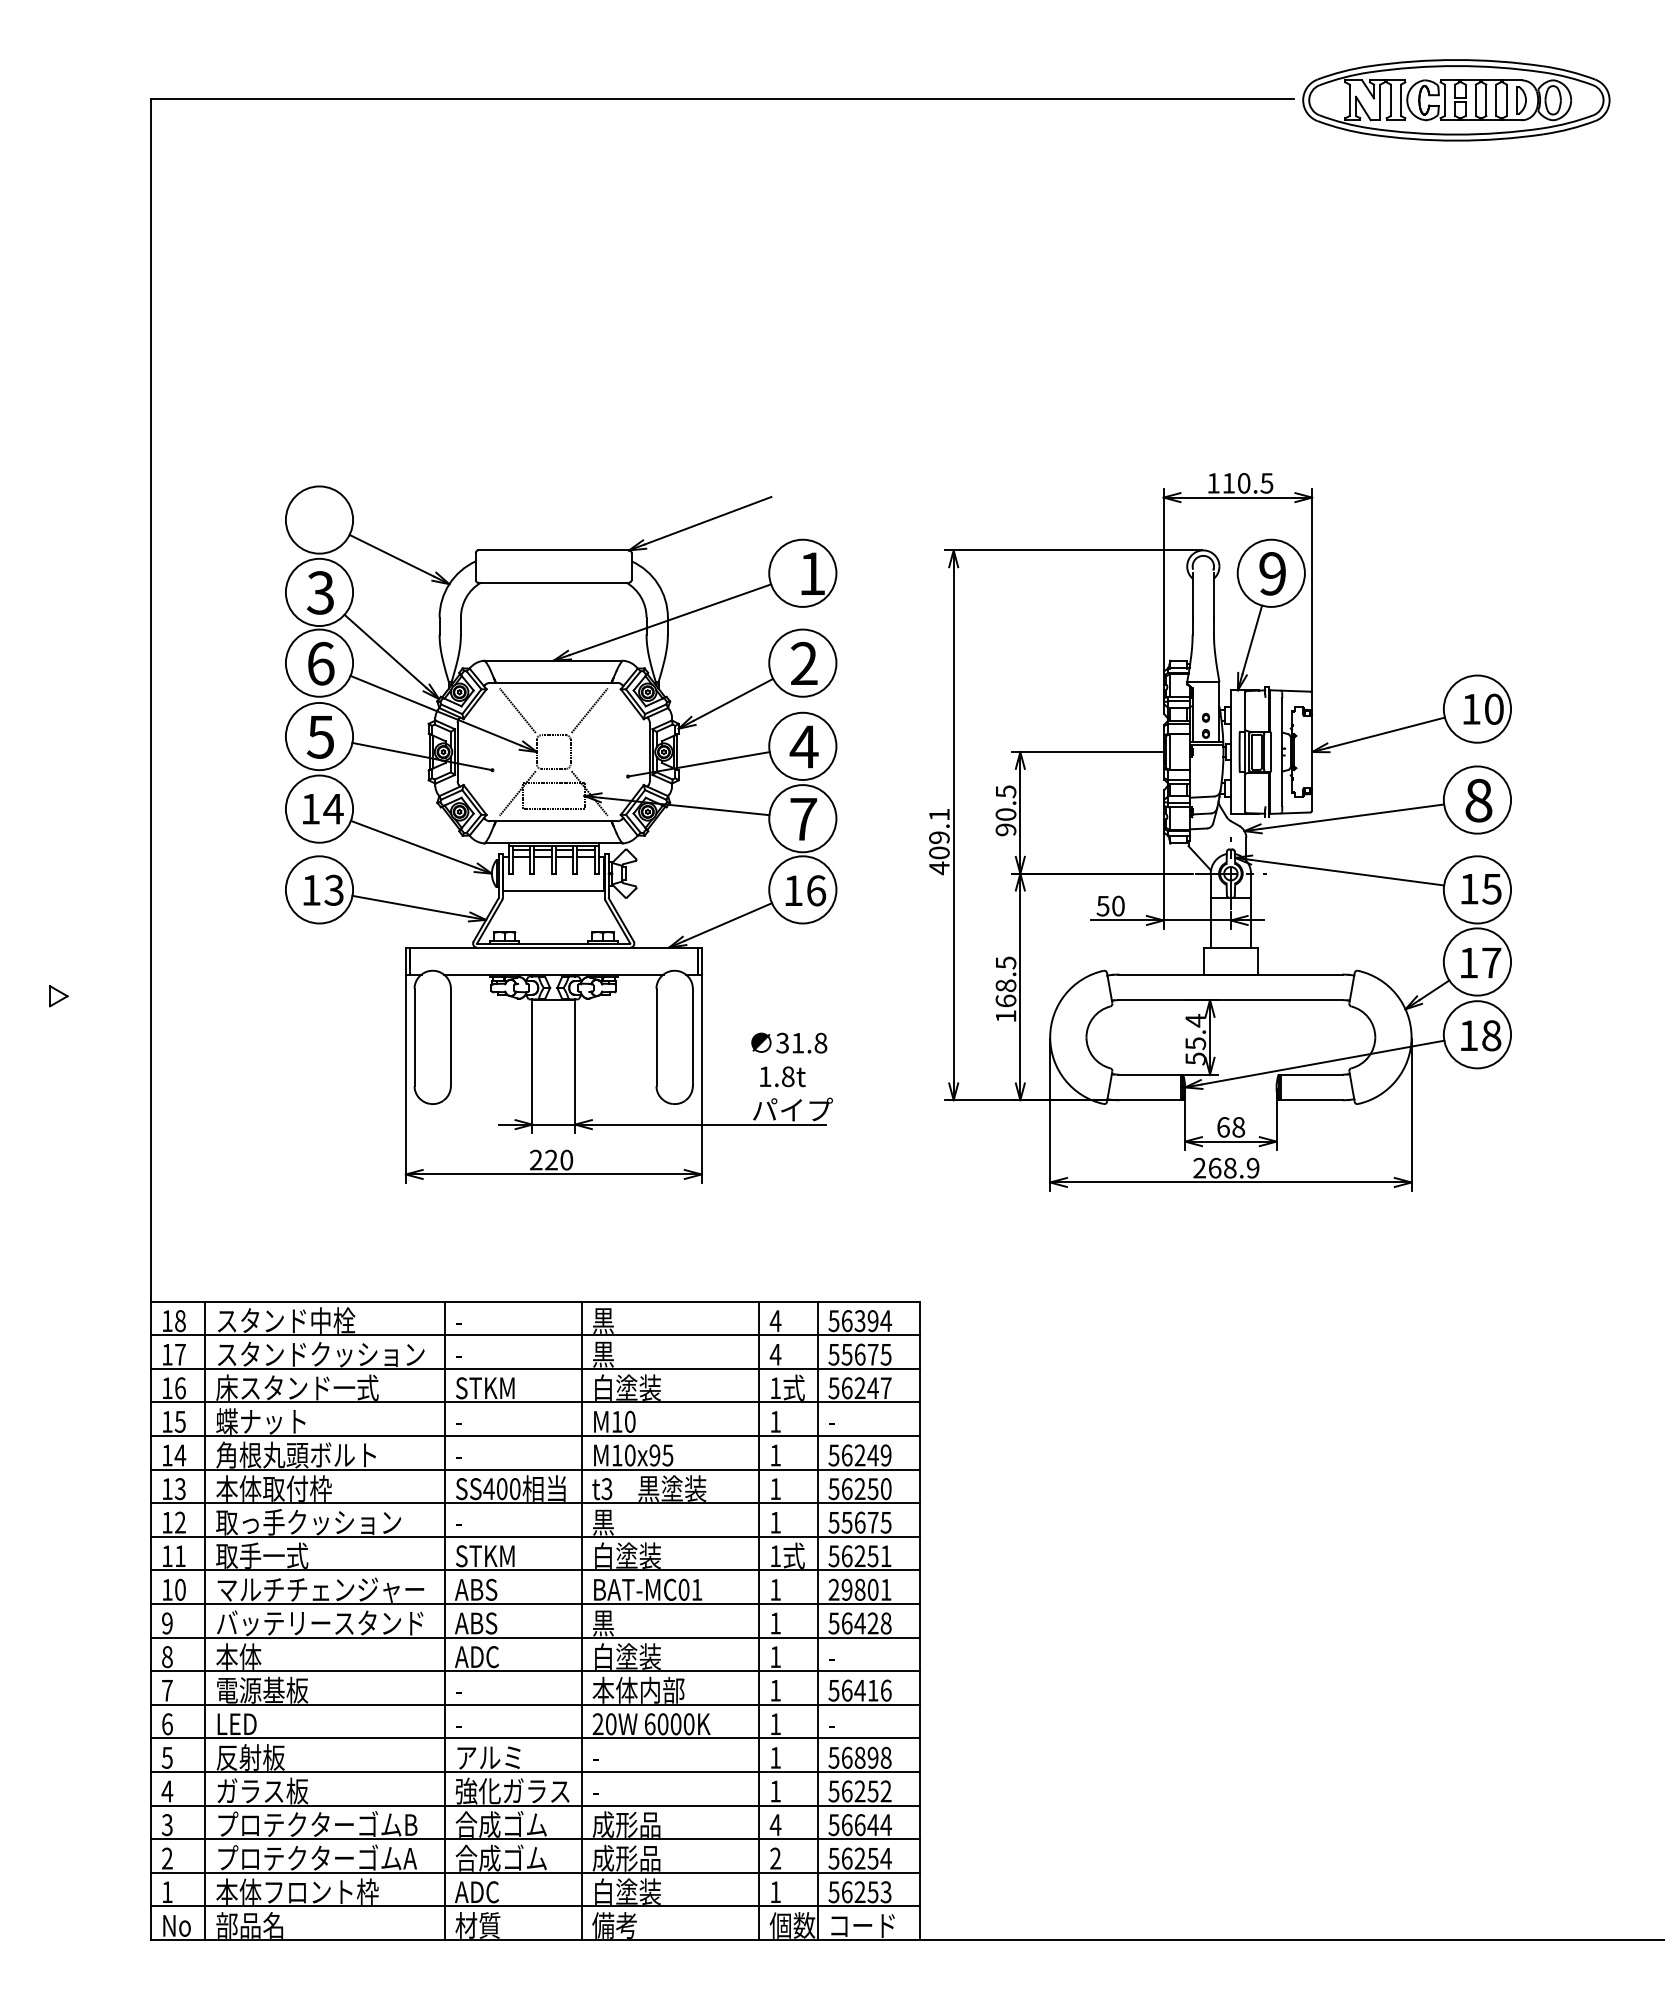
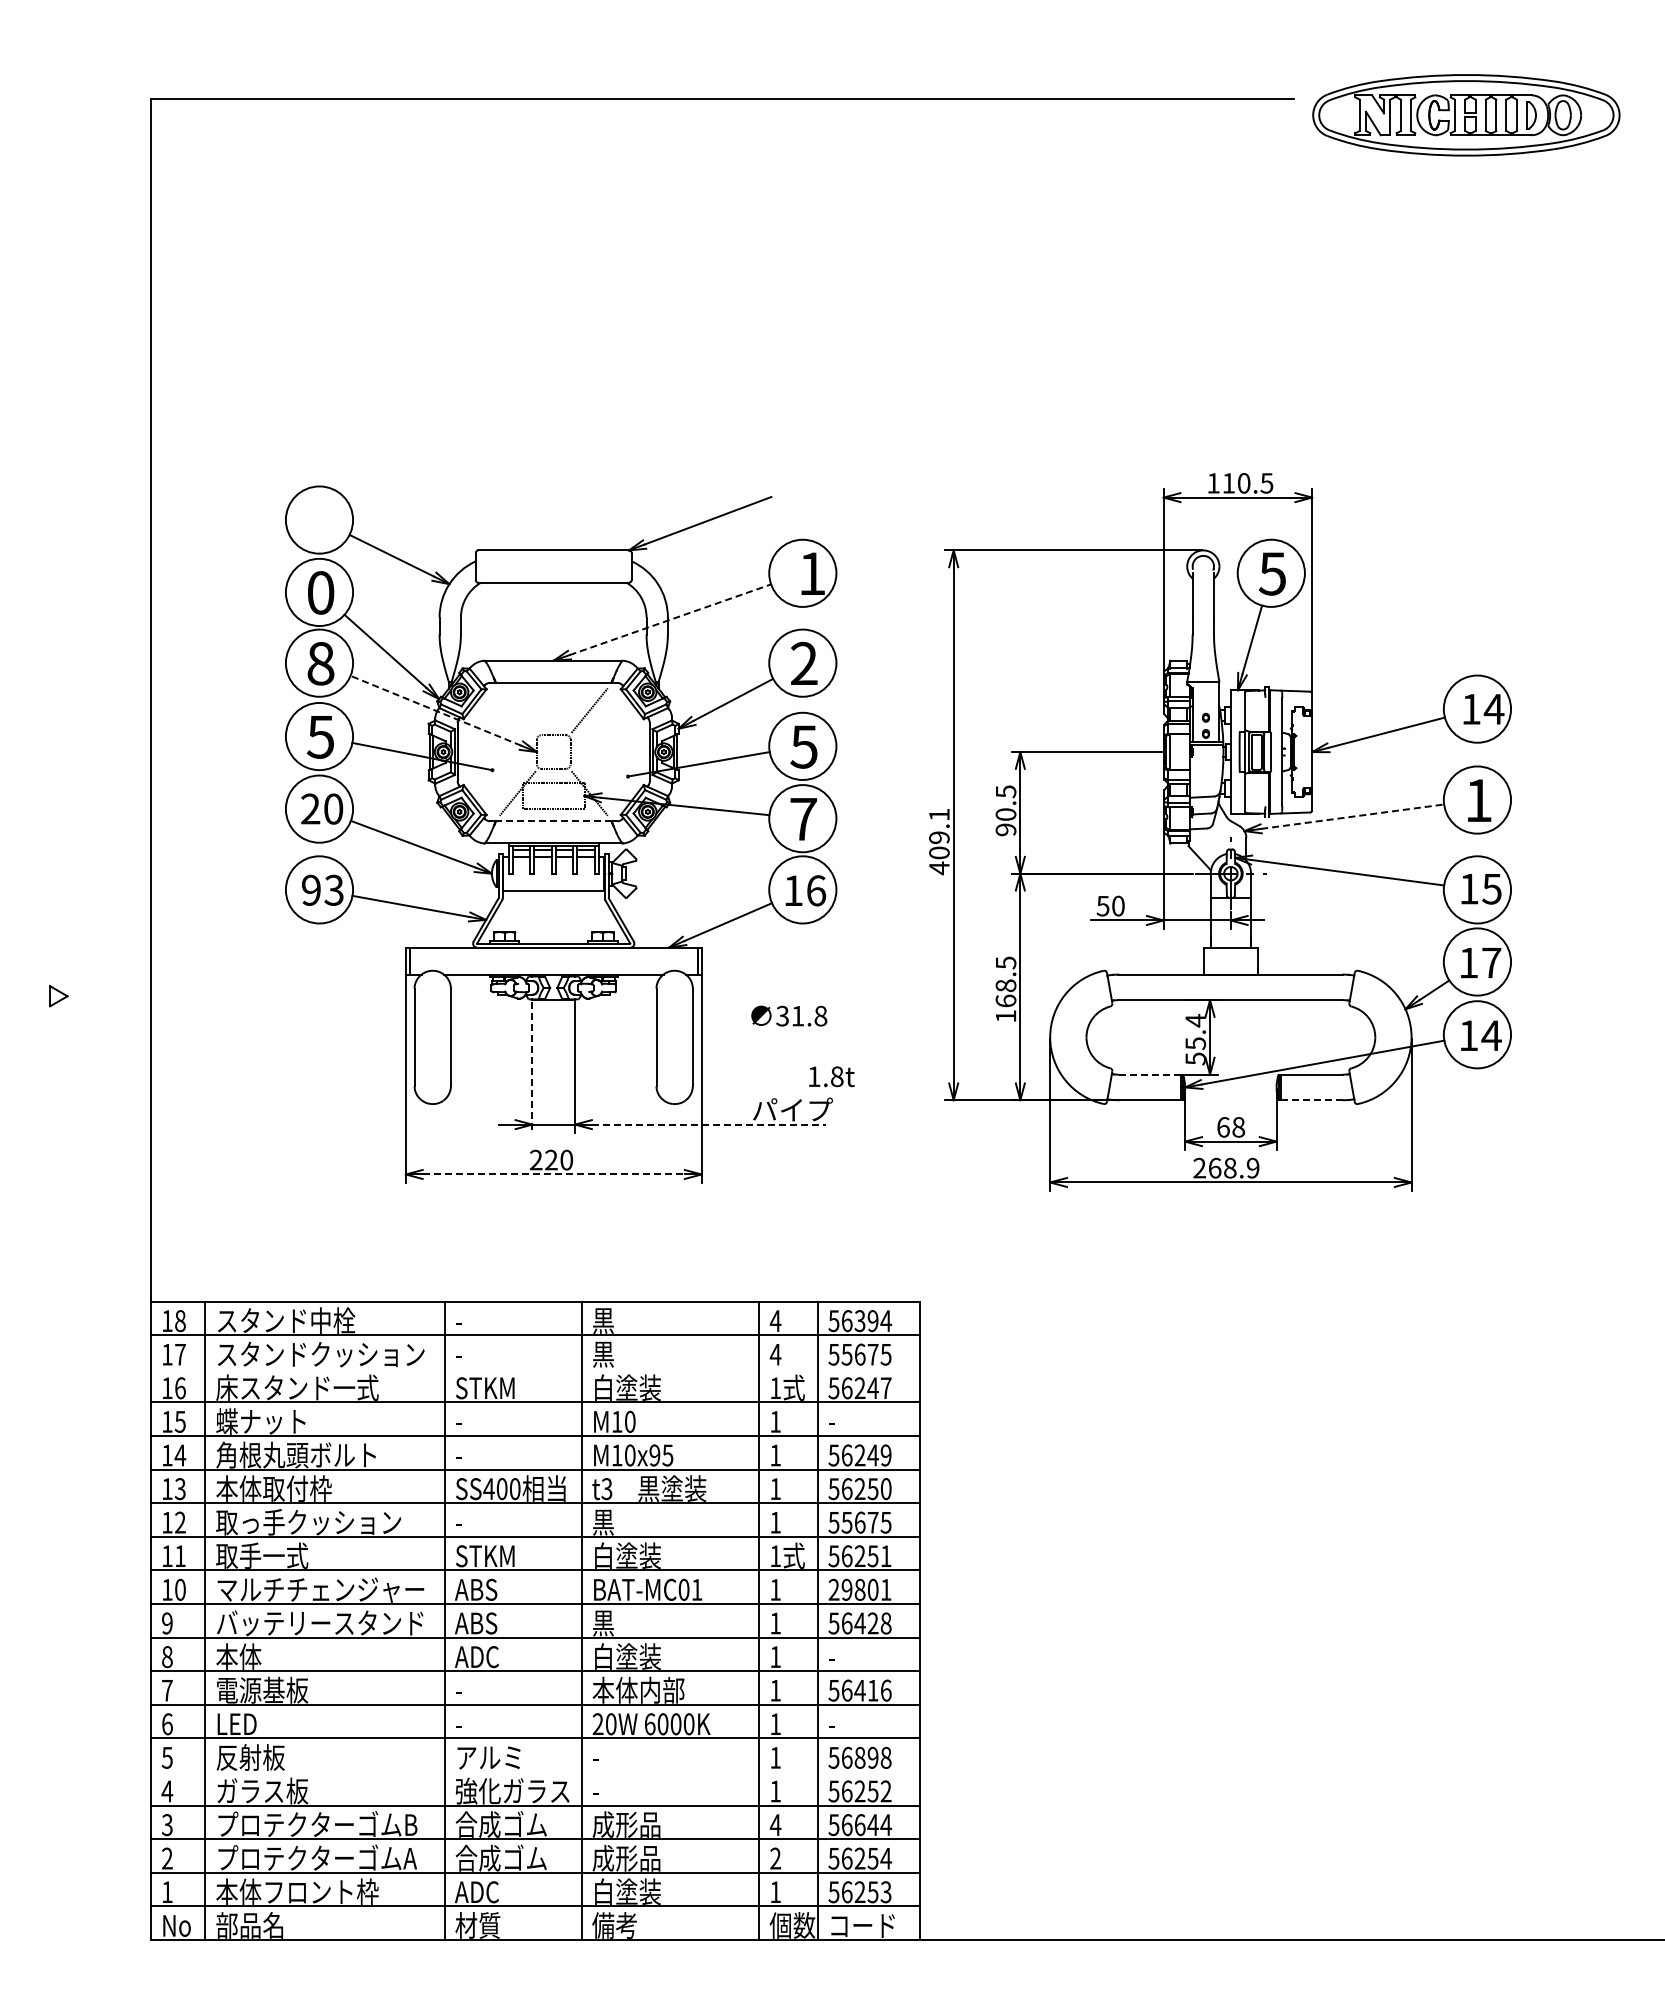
part at (1456, 100) position: (1456, 100) -> (1466, 115)
text at (1271, 573): 9 -> 5
text at (320, 592): 3 -> 0
line at (670, 619): solid -> dashed
text at (320, 663): 6 -> 8
text at (1493, 708): 10 -> 14
line at (435, 710): solid -> dashed
line at (517, 710): present -> none
text at (803, 746): 4 -> 5
text at (1478, 800): 8 -> 1
text at (322, 808): 14 -> 20
line at (1353, 816): solid -> dashed
line at (554, 821): solid -> dashed
text at (311, 889): 13 -> 93
text at (1491, 1035): 18 -> 14
text at (789, 1042) position: (789, 1042) -> (789, 1015)
line at (532, 1067): solid -> dashed
line at (1149, 1074): solid -> dashed
text at (782, 1076) position: (782, 1076) -> (831, 1076)
line at (1312, 1100): solid -> dashed
line at (708, 1124): solid -> dashed
line at (554, 1174): solid -> dashed
line at (535, 1368): present -> none
line at (535, 1772): present -> none
